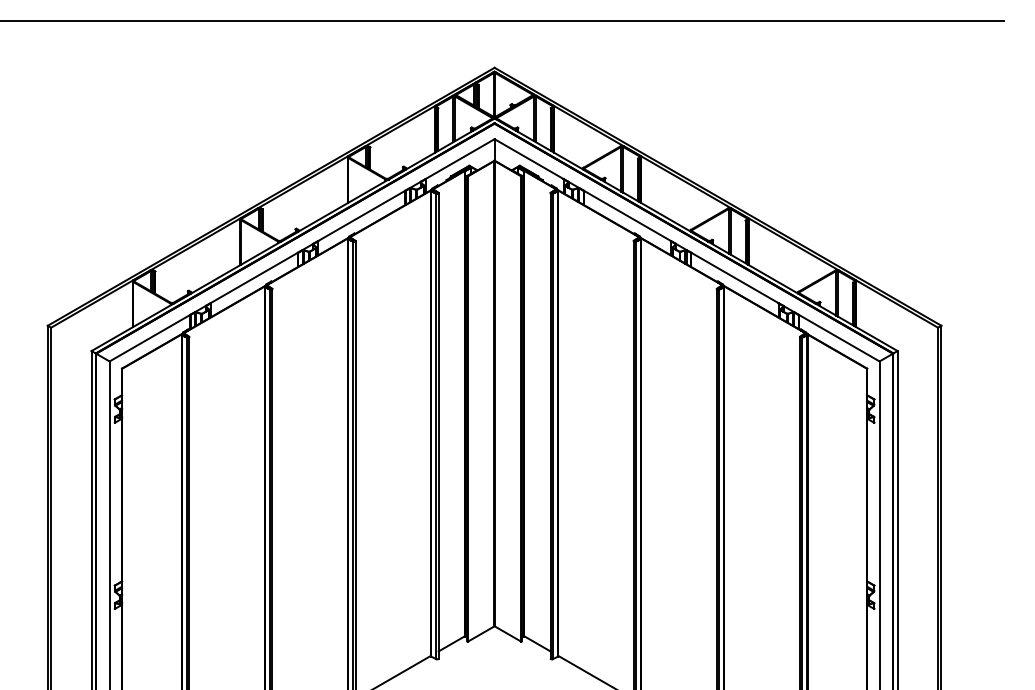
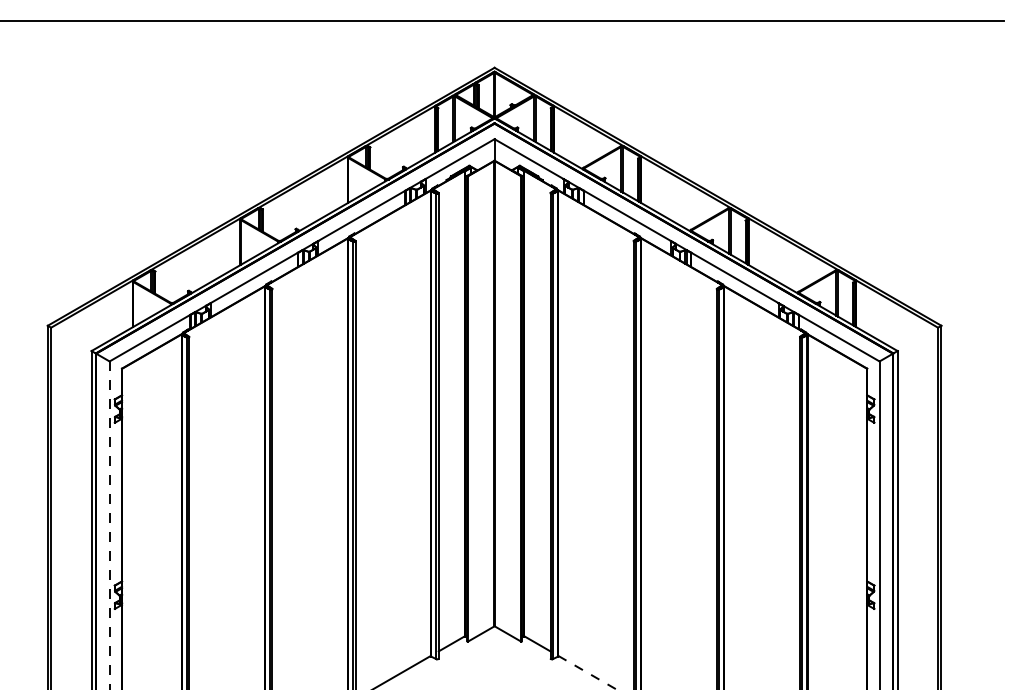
line at (109, 525): solid -> dashed
line at (588, 673): solid -> dashed
